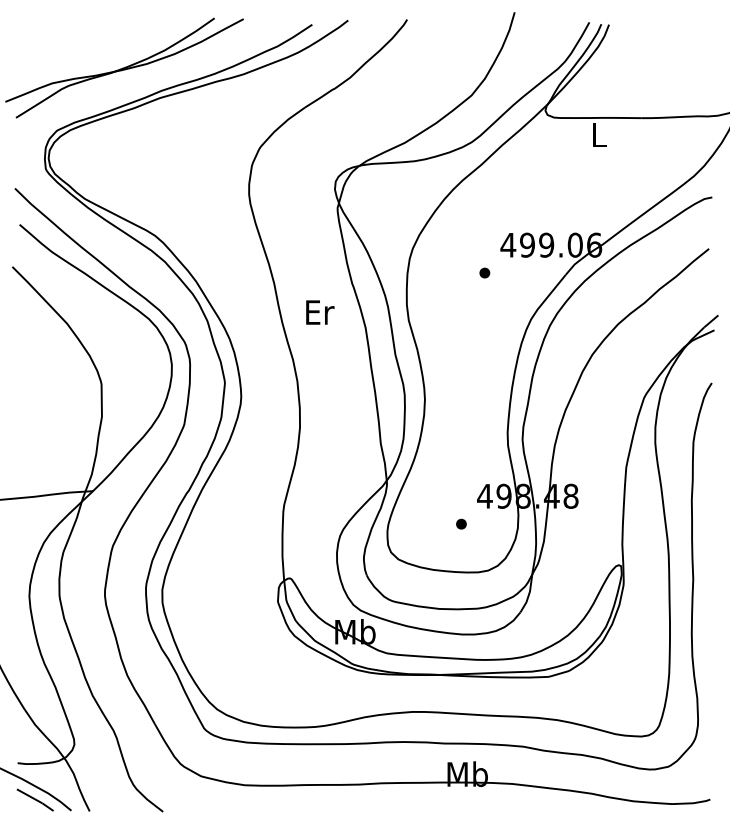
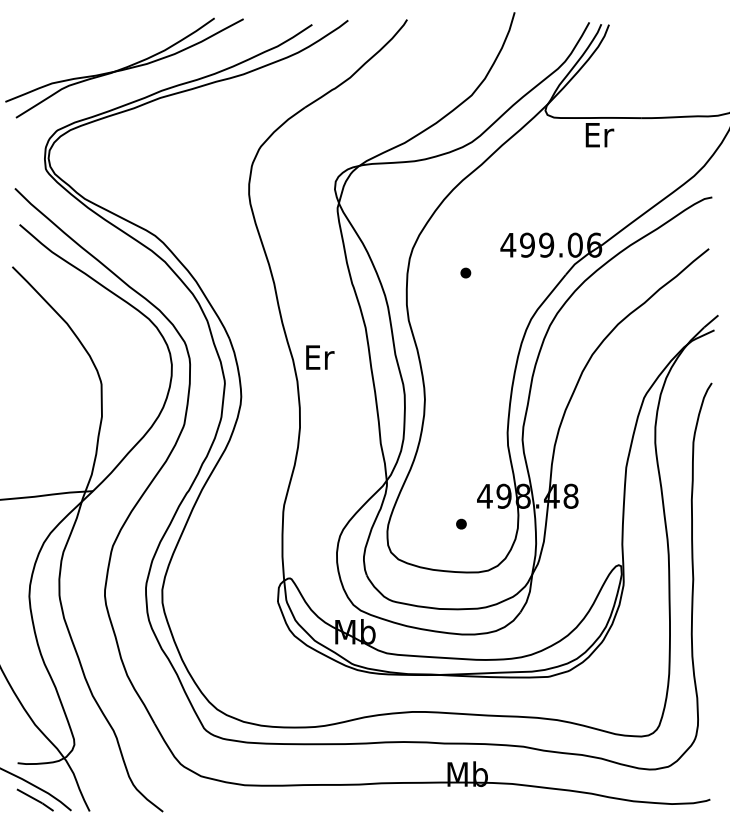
text at (599, 135): L -> Er
part at (484, 272) position: (484, 272) -> (465, 272)
text at (320, 312) position: (320, 312) -> (320, 357)
